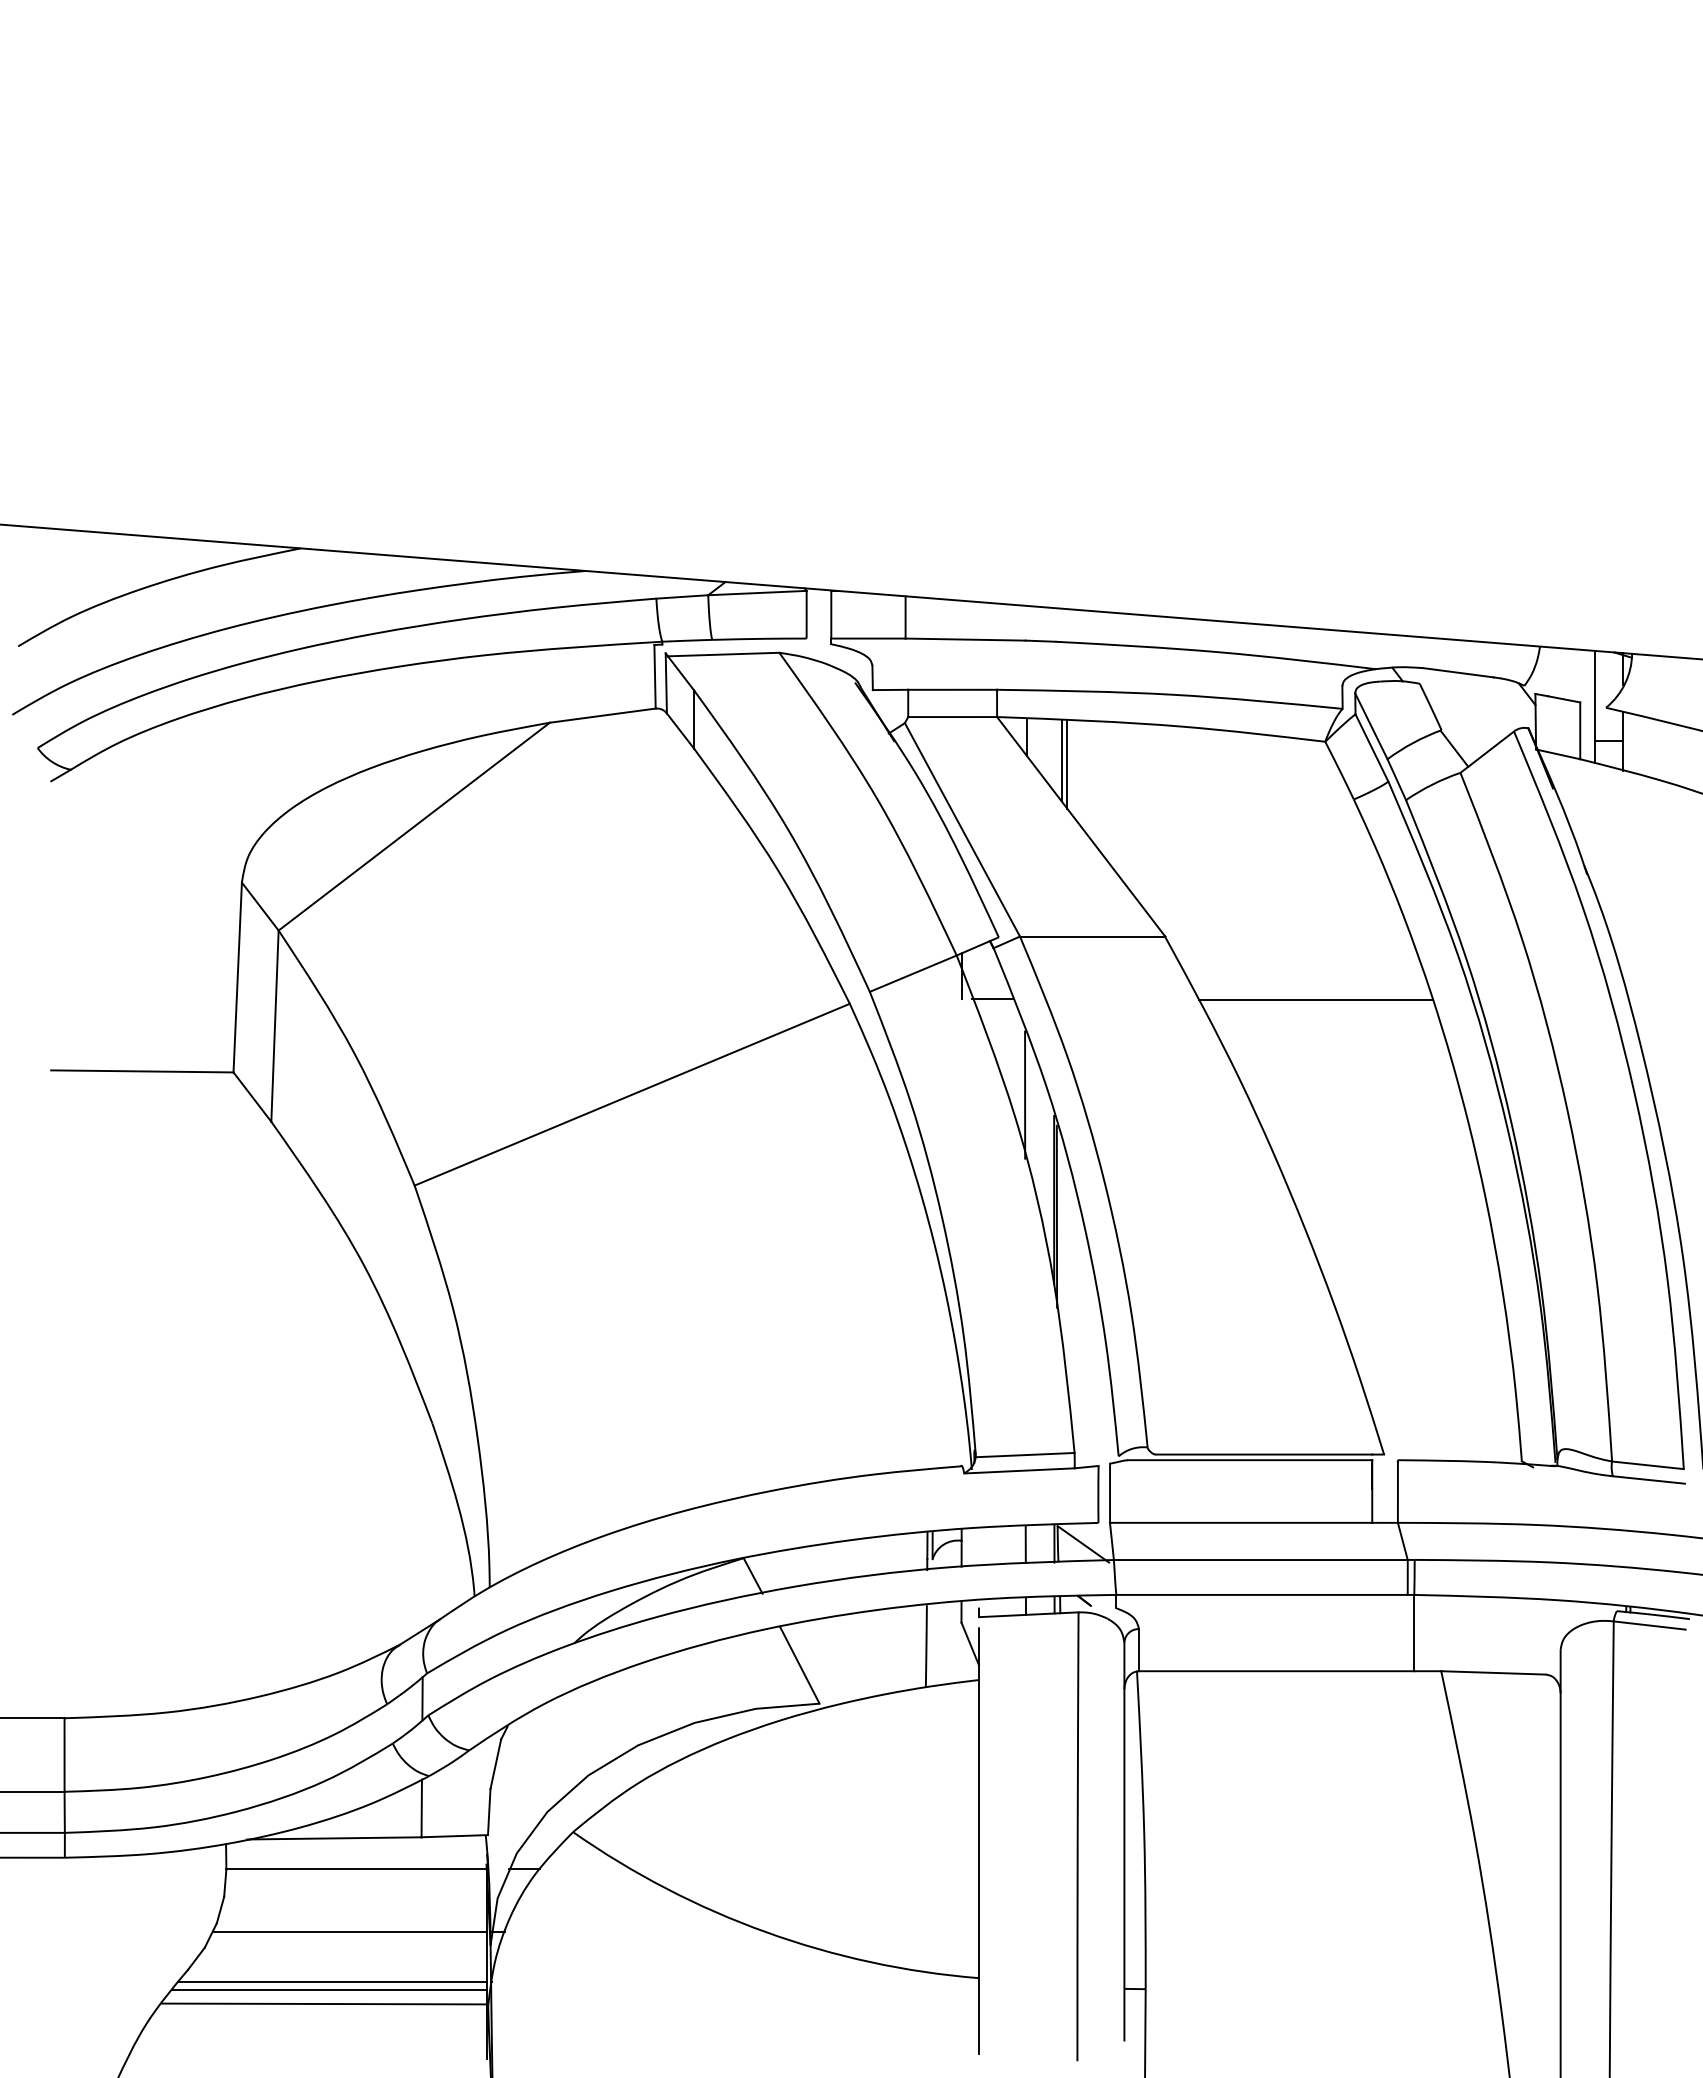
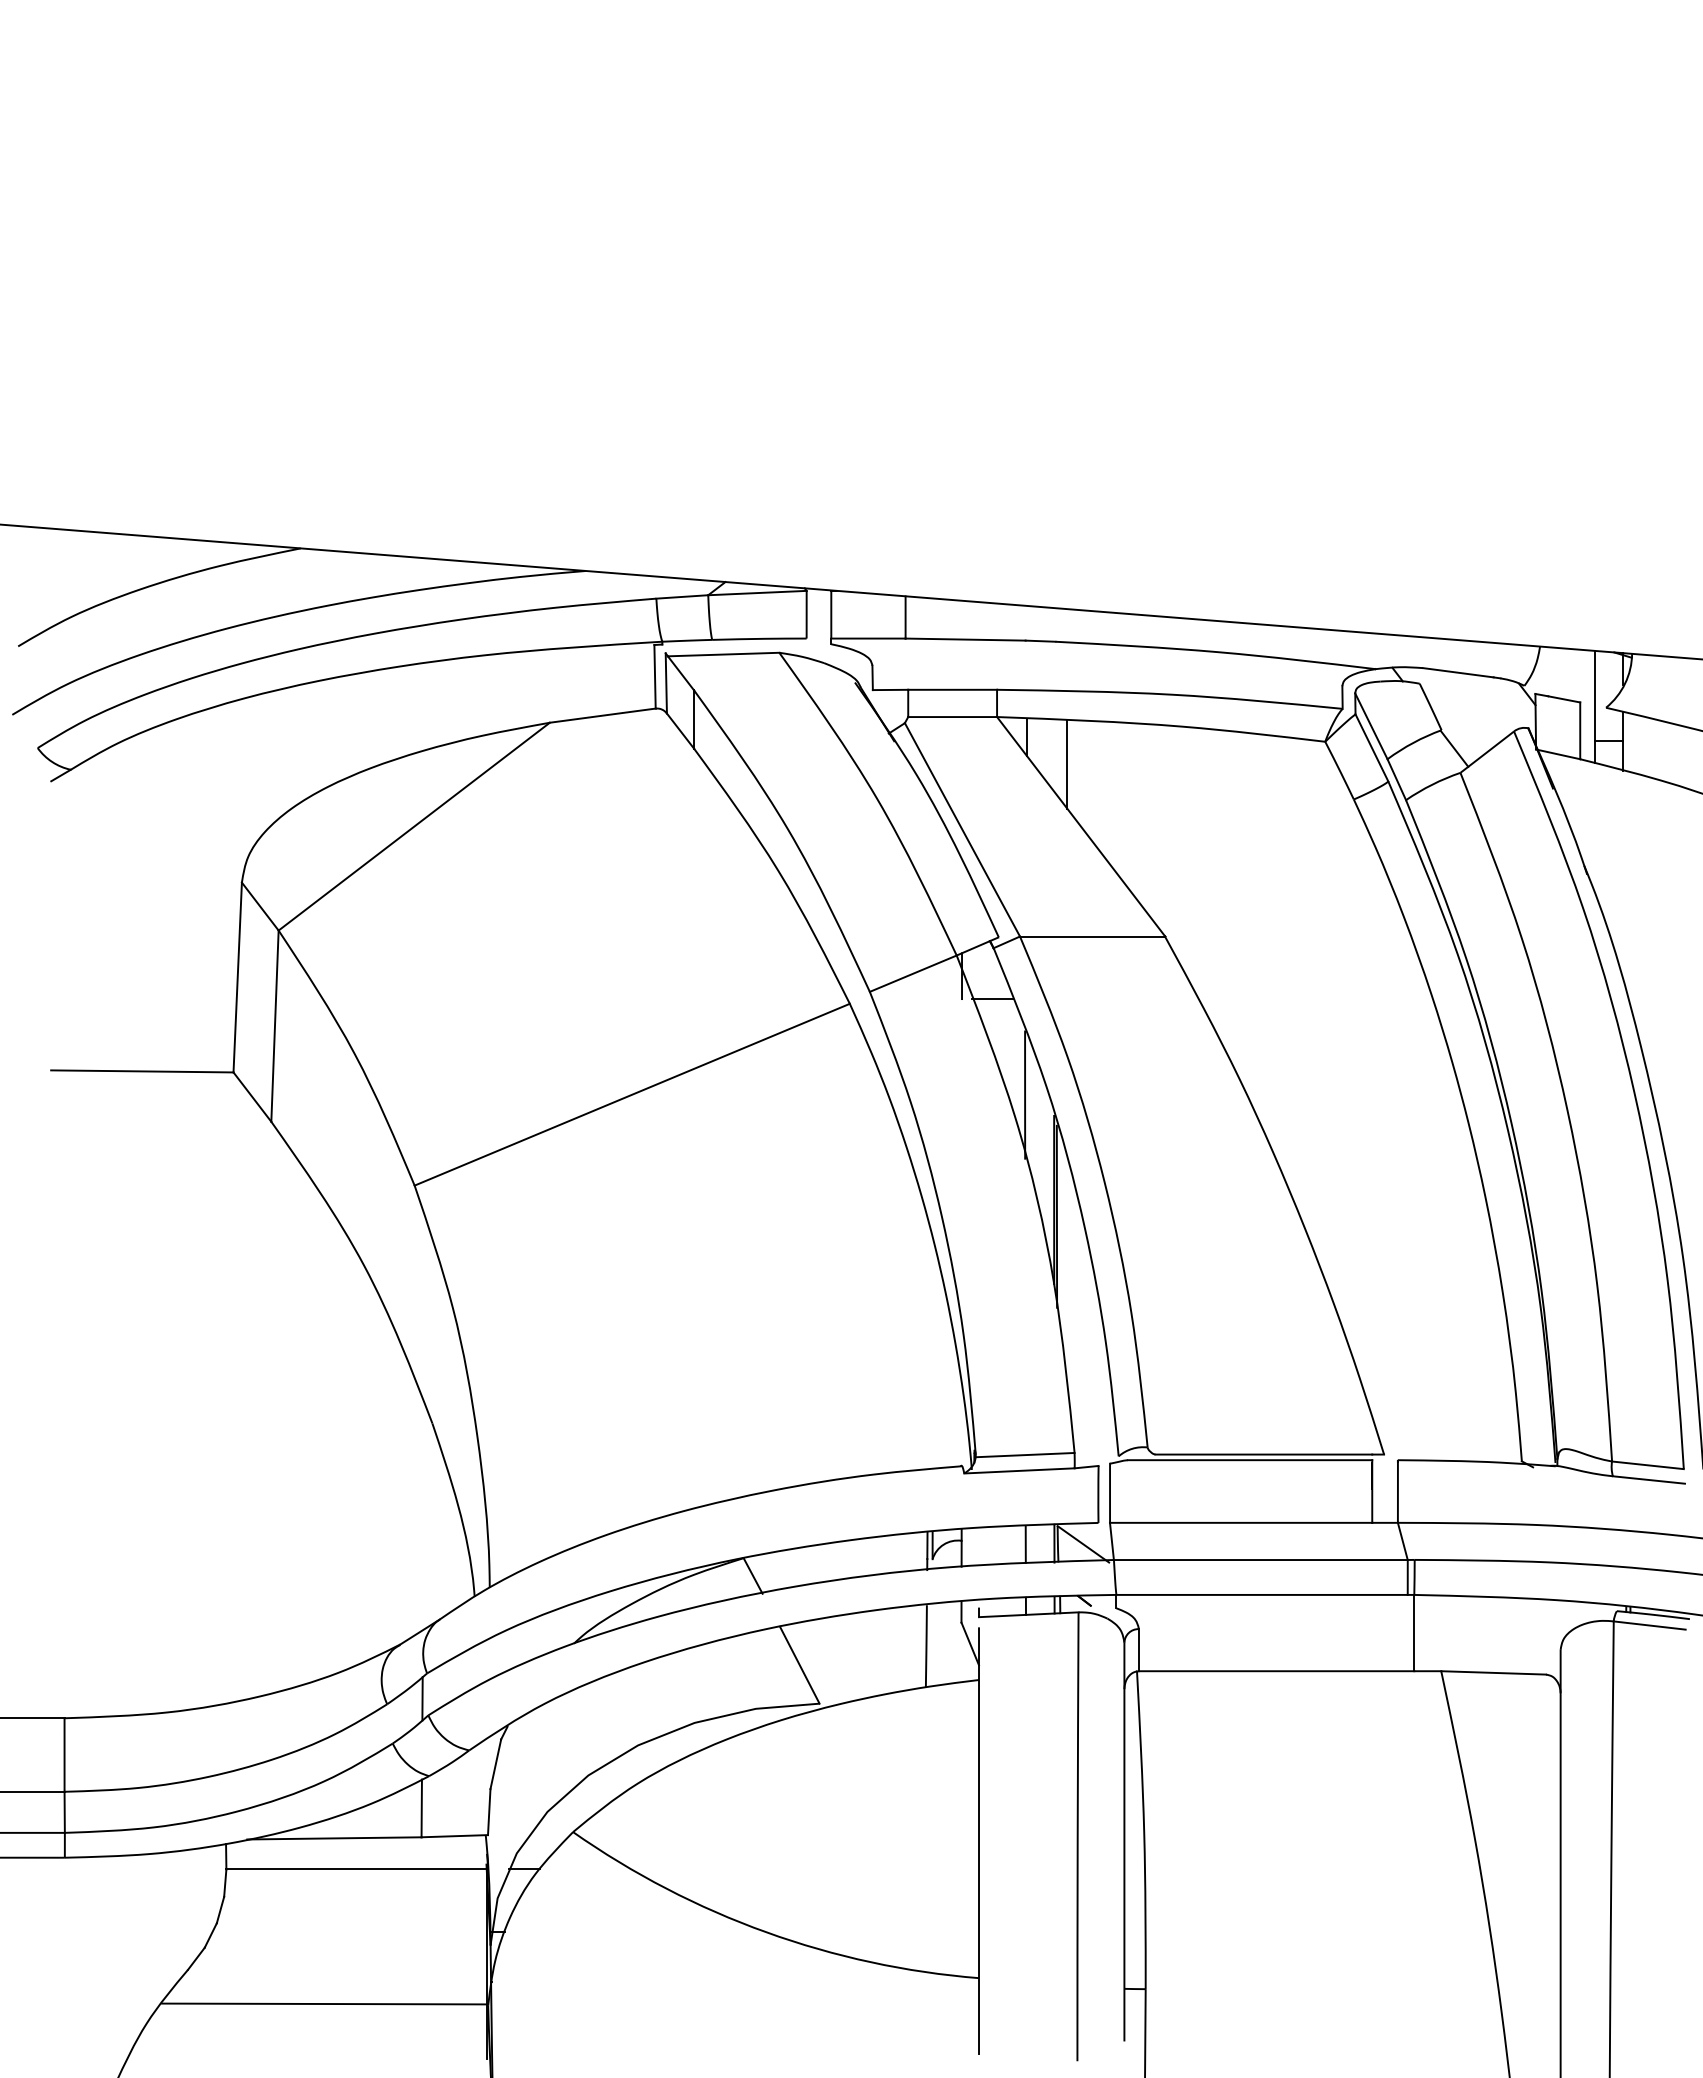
line at (1061, 760): present -> none
line at (1315, 999): present -> none
line at (349, 1932): present -> none
line at (332, 1982): present -> none
line at (329, 1990): present -> none
